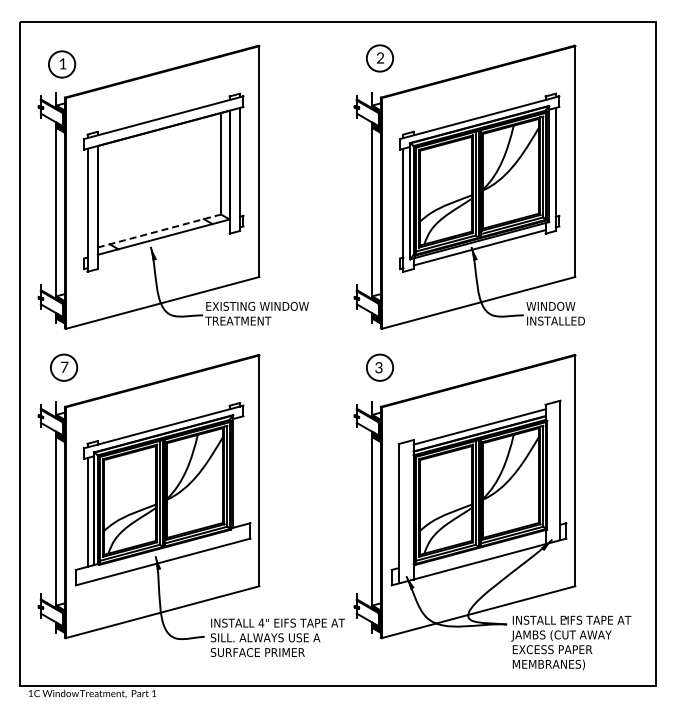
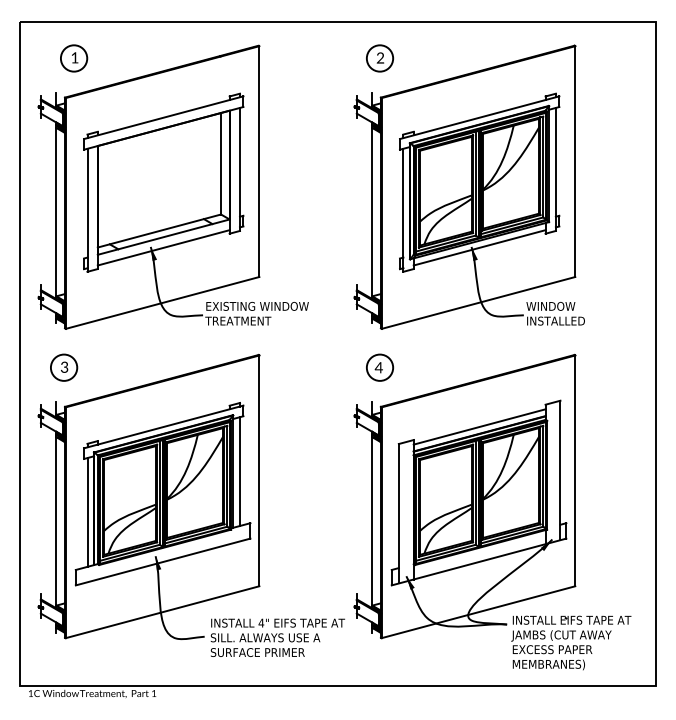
part at (62, 64) position: (62, 64) -> (74, 58)
line at (159, 231): dashed -> solid
line at (163, 247): none -> present
text at (64, 366): 7 -> 3
text at (378, 367): 3 -> 4
line at (239, 471): none -> present
